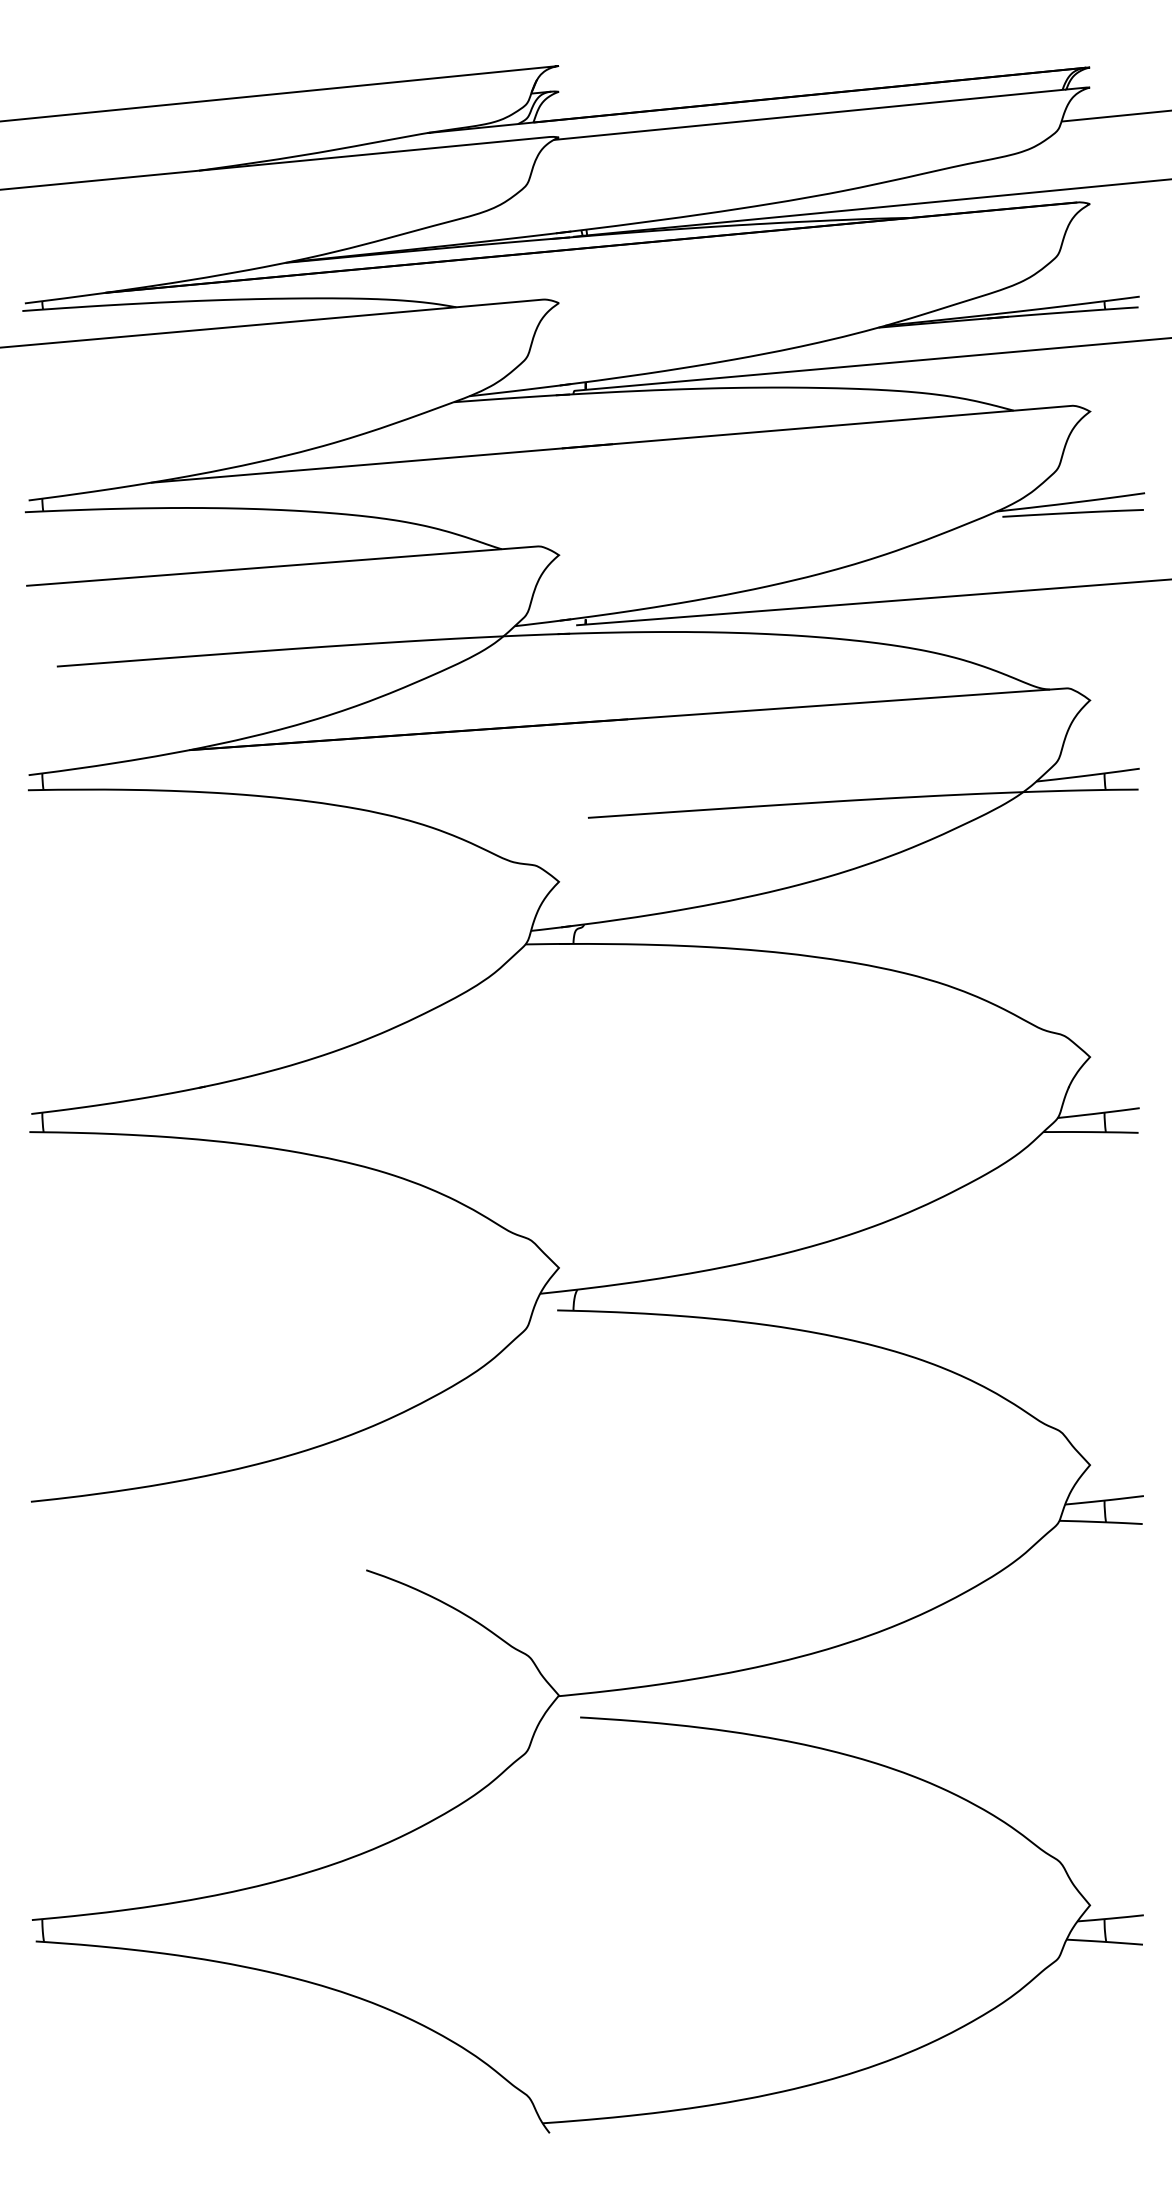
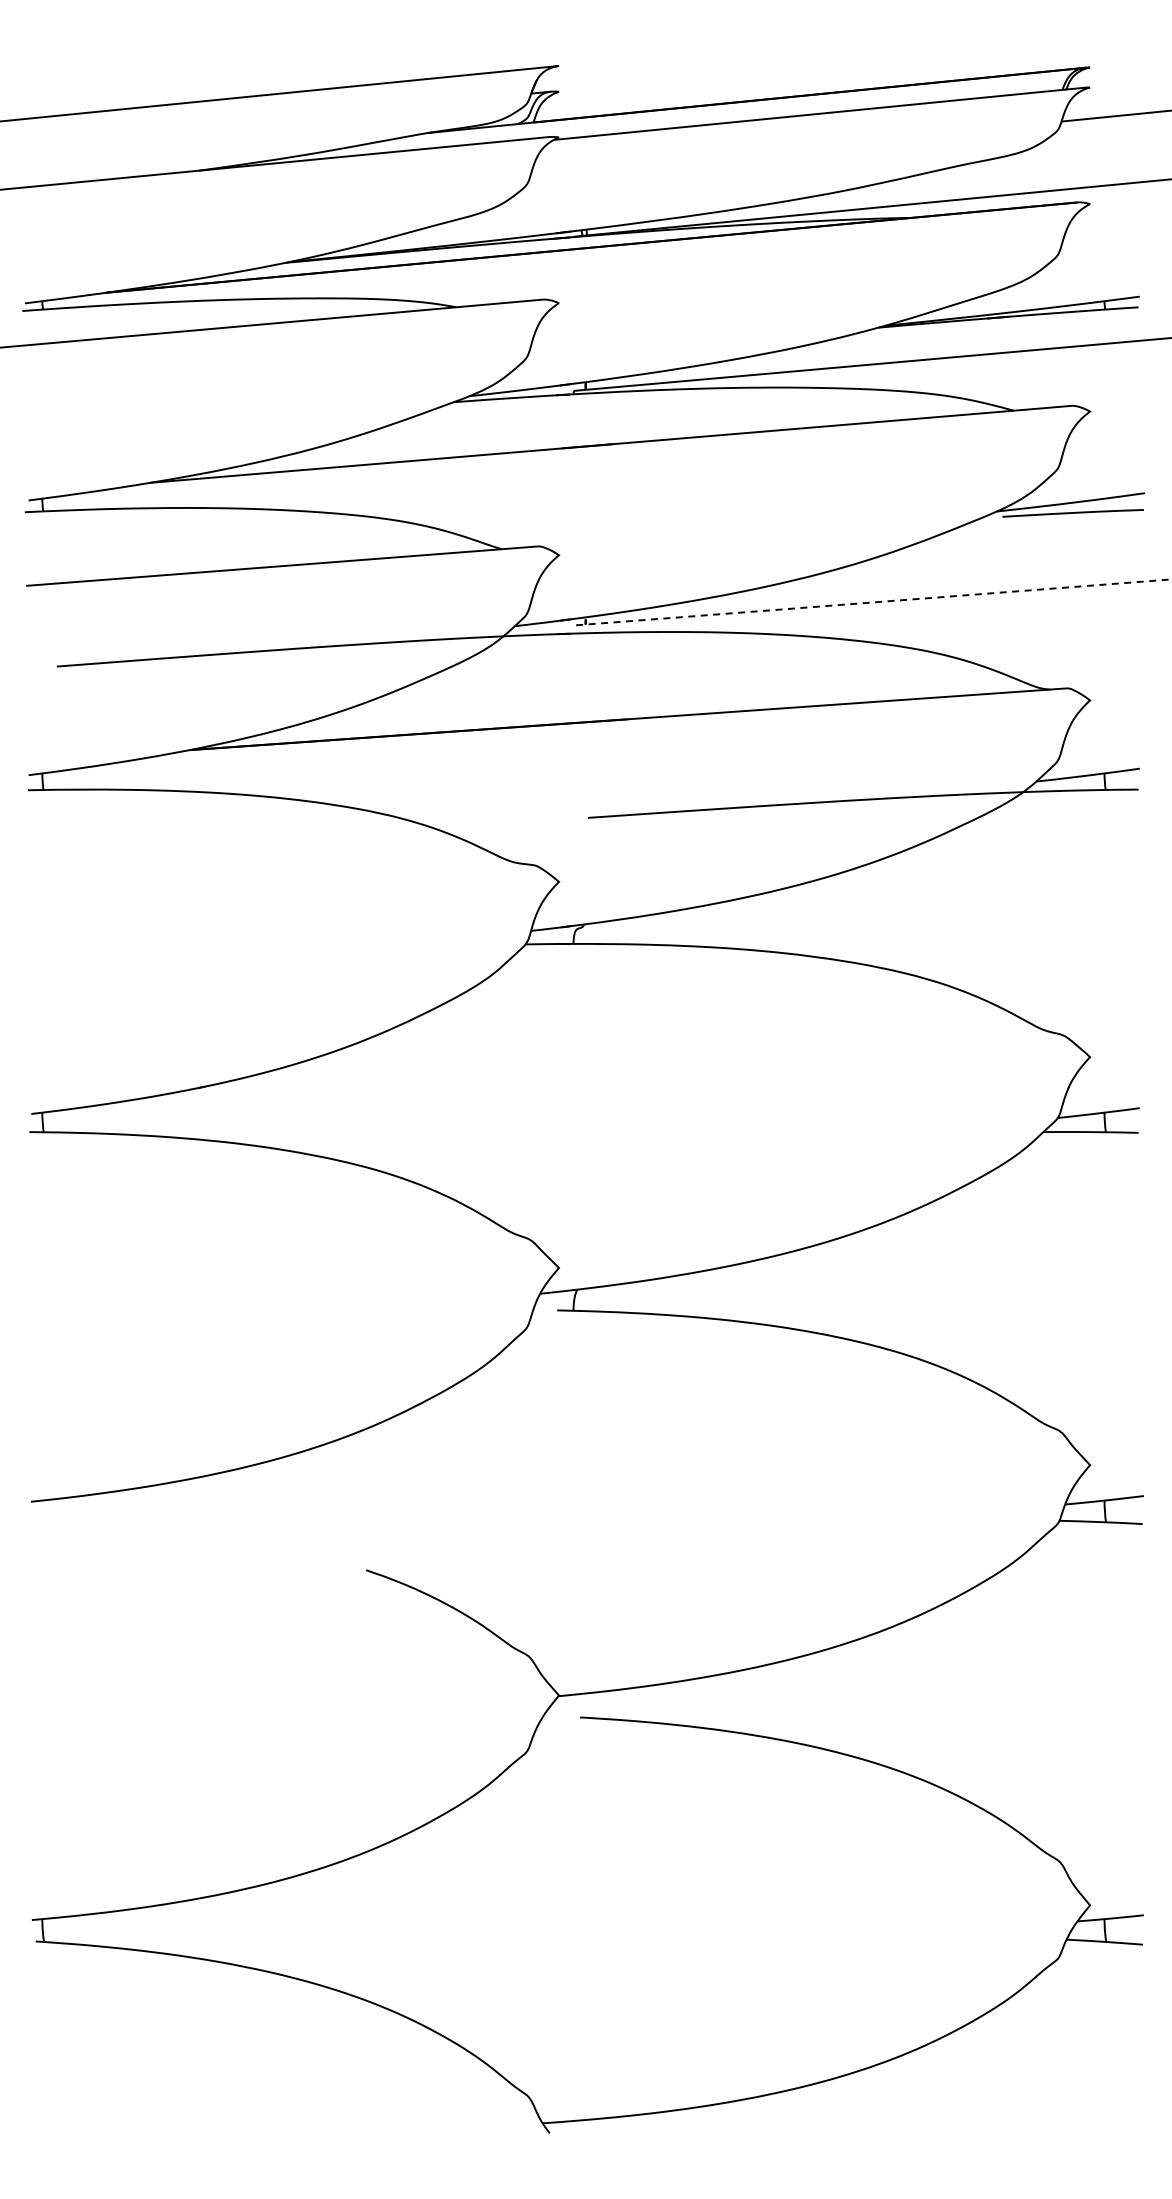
line at (874, 602): solid -> dashed
